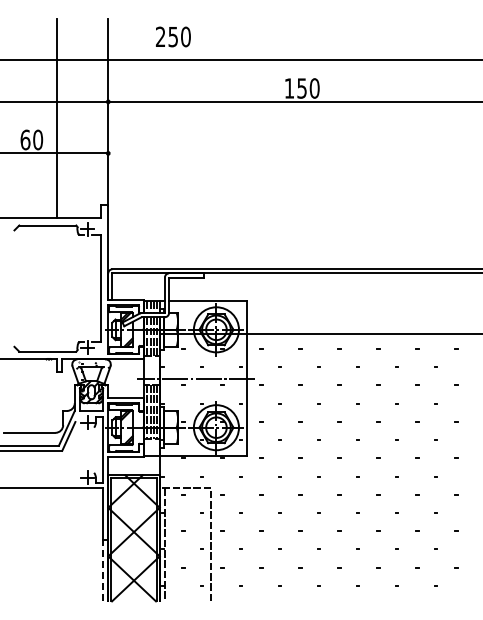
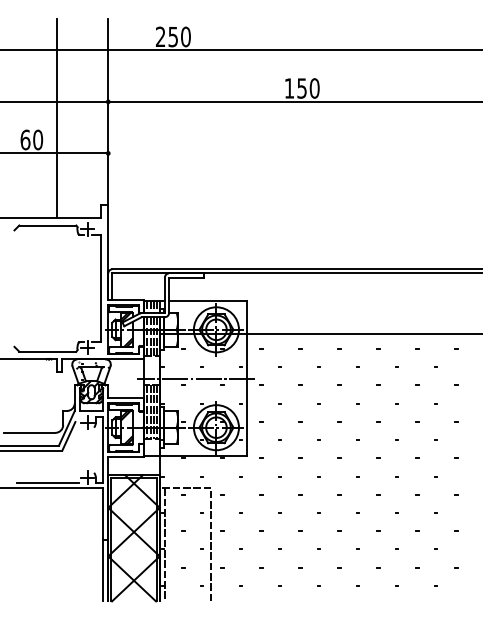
line at (240, 60) position: (240, 60) -> (240, 50)
line at (47, 483): none -> present
line at (103, 569): dashed -> solid
